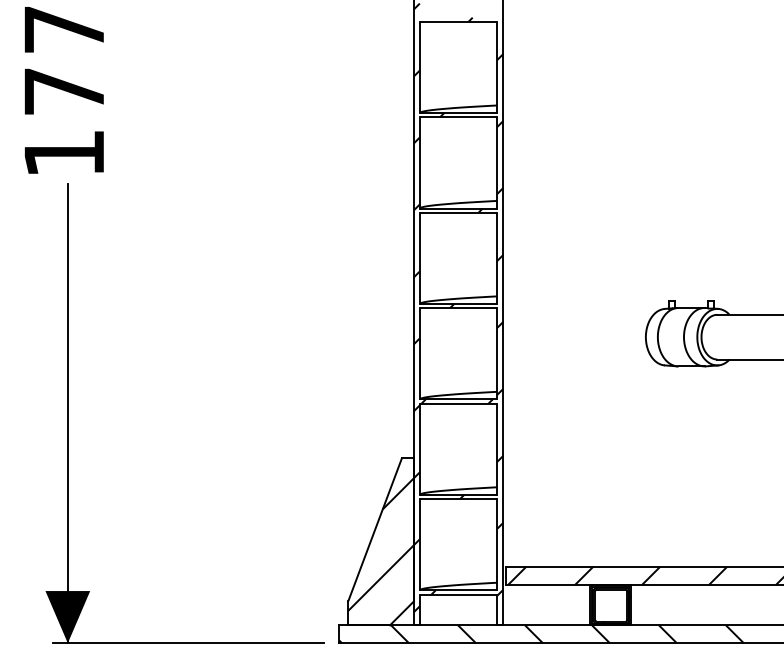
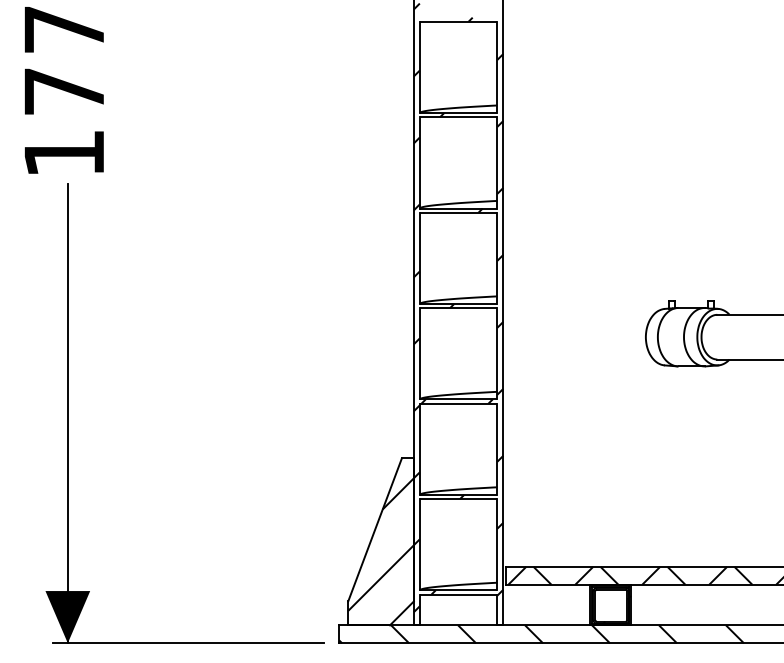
hatch at (642, 575): none -> present
